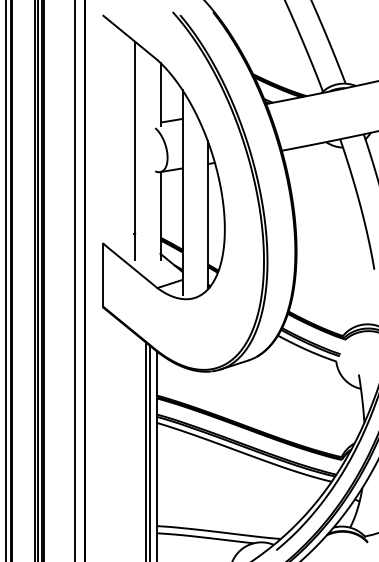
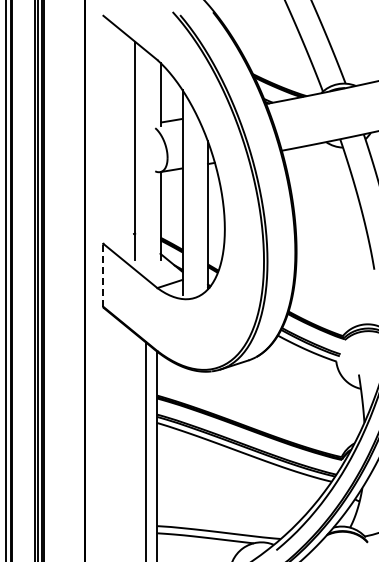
line at (103, 274): solid -> dashed
line at (74, 280): present -> none
line at (150, 452): present -> none
